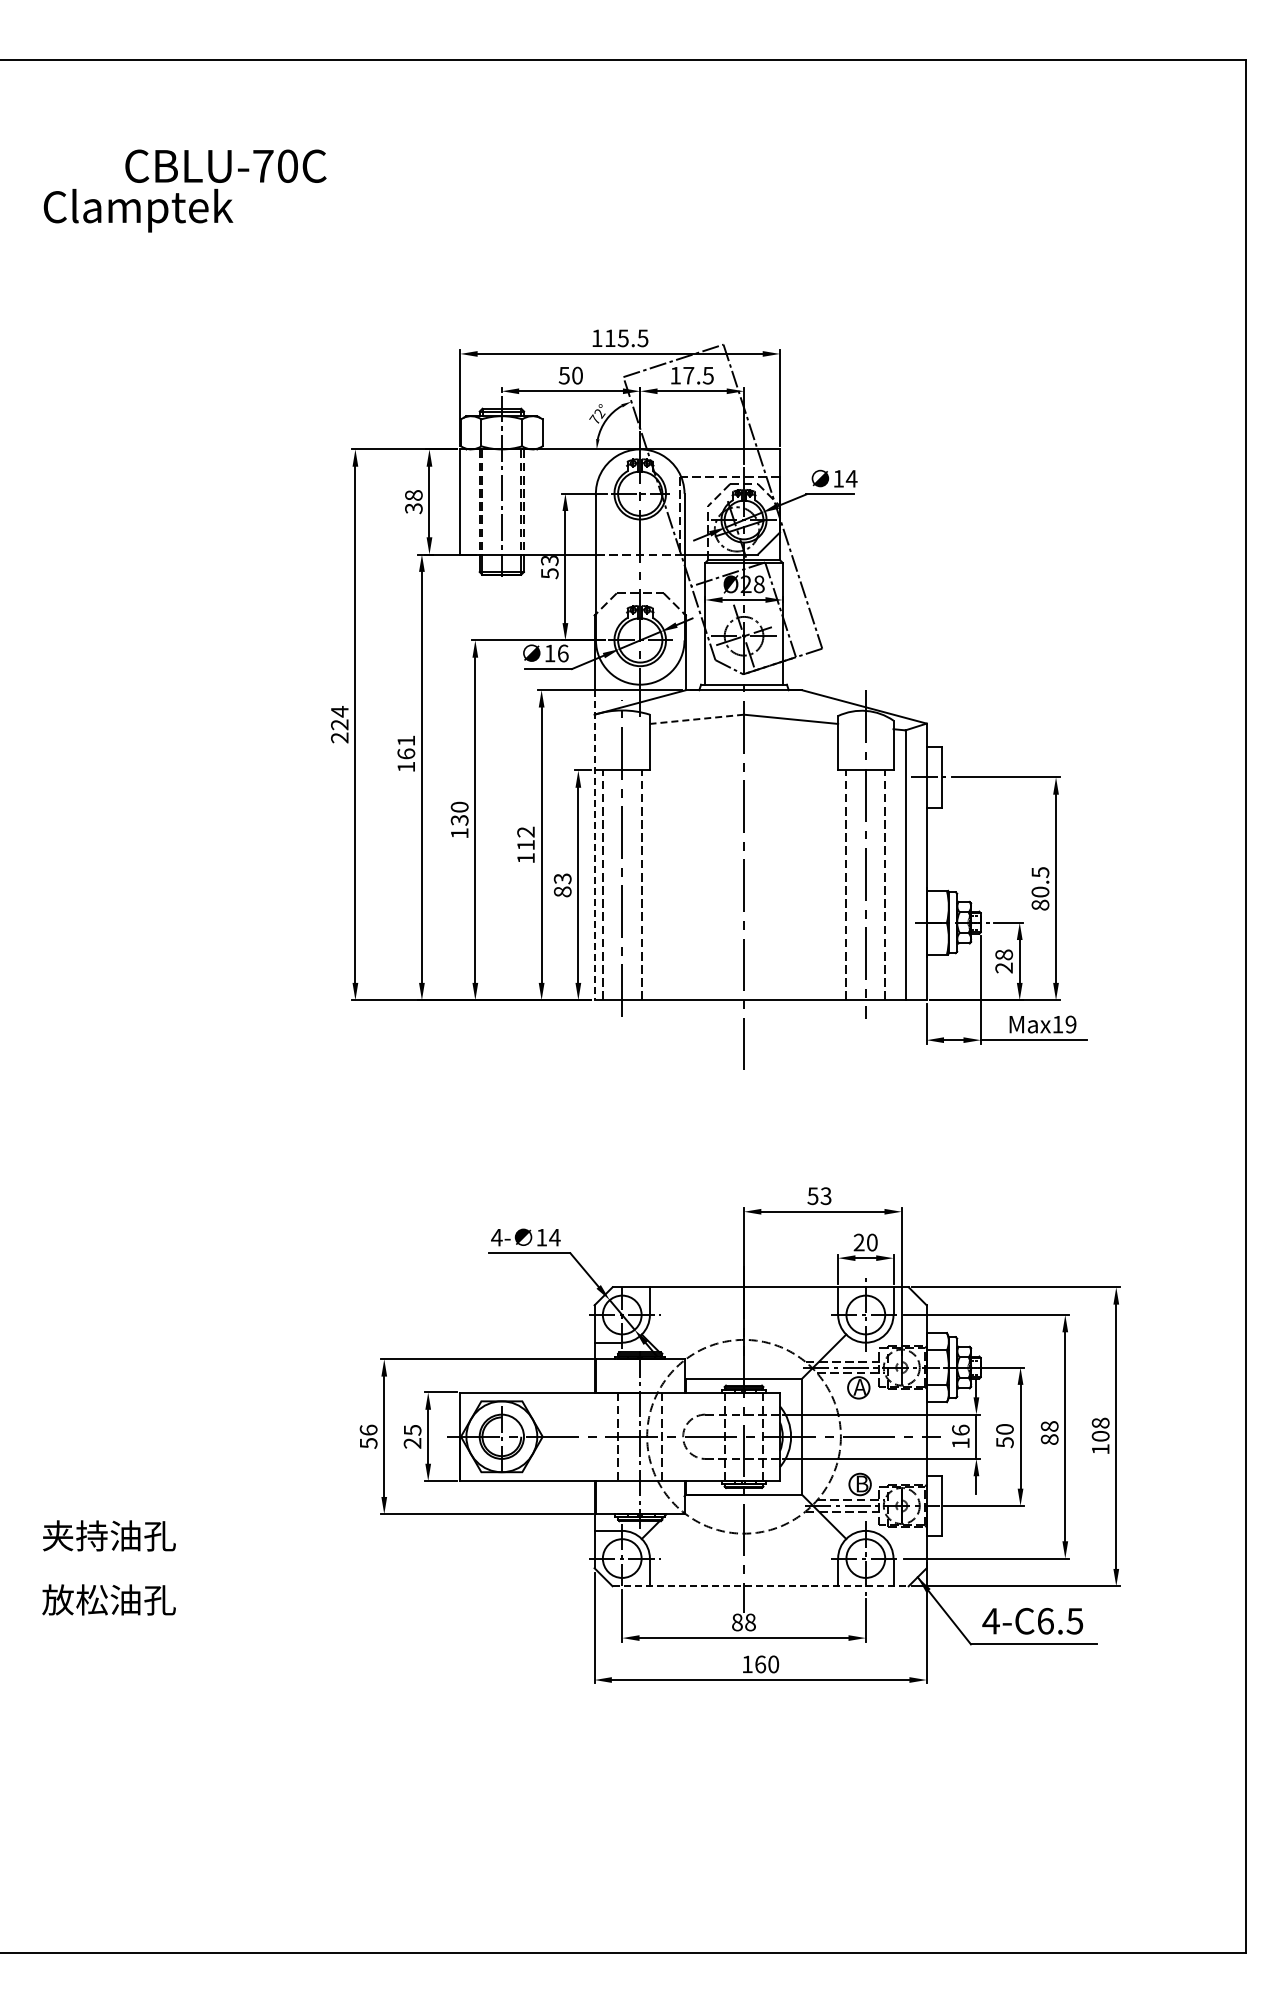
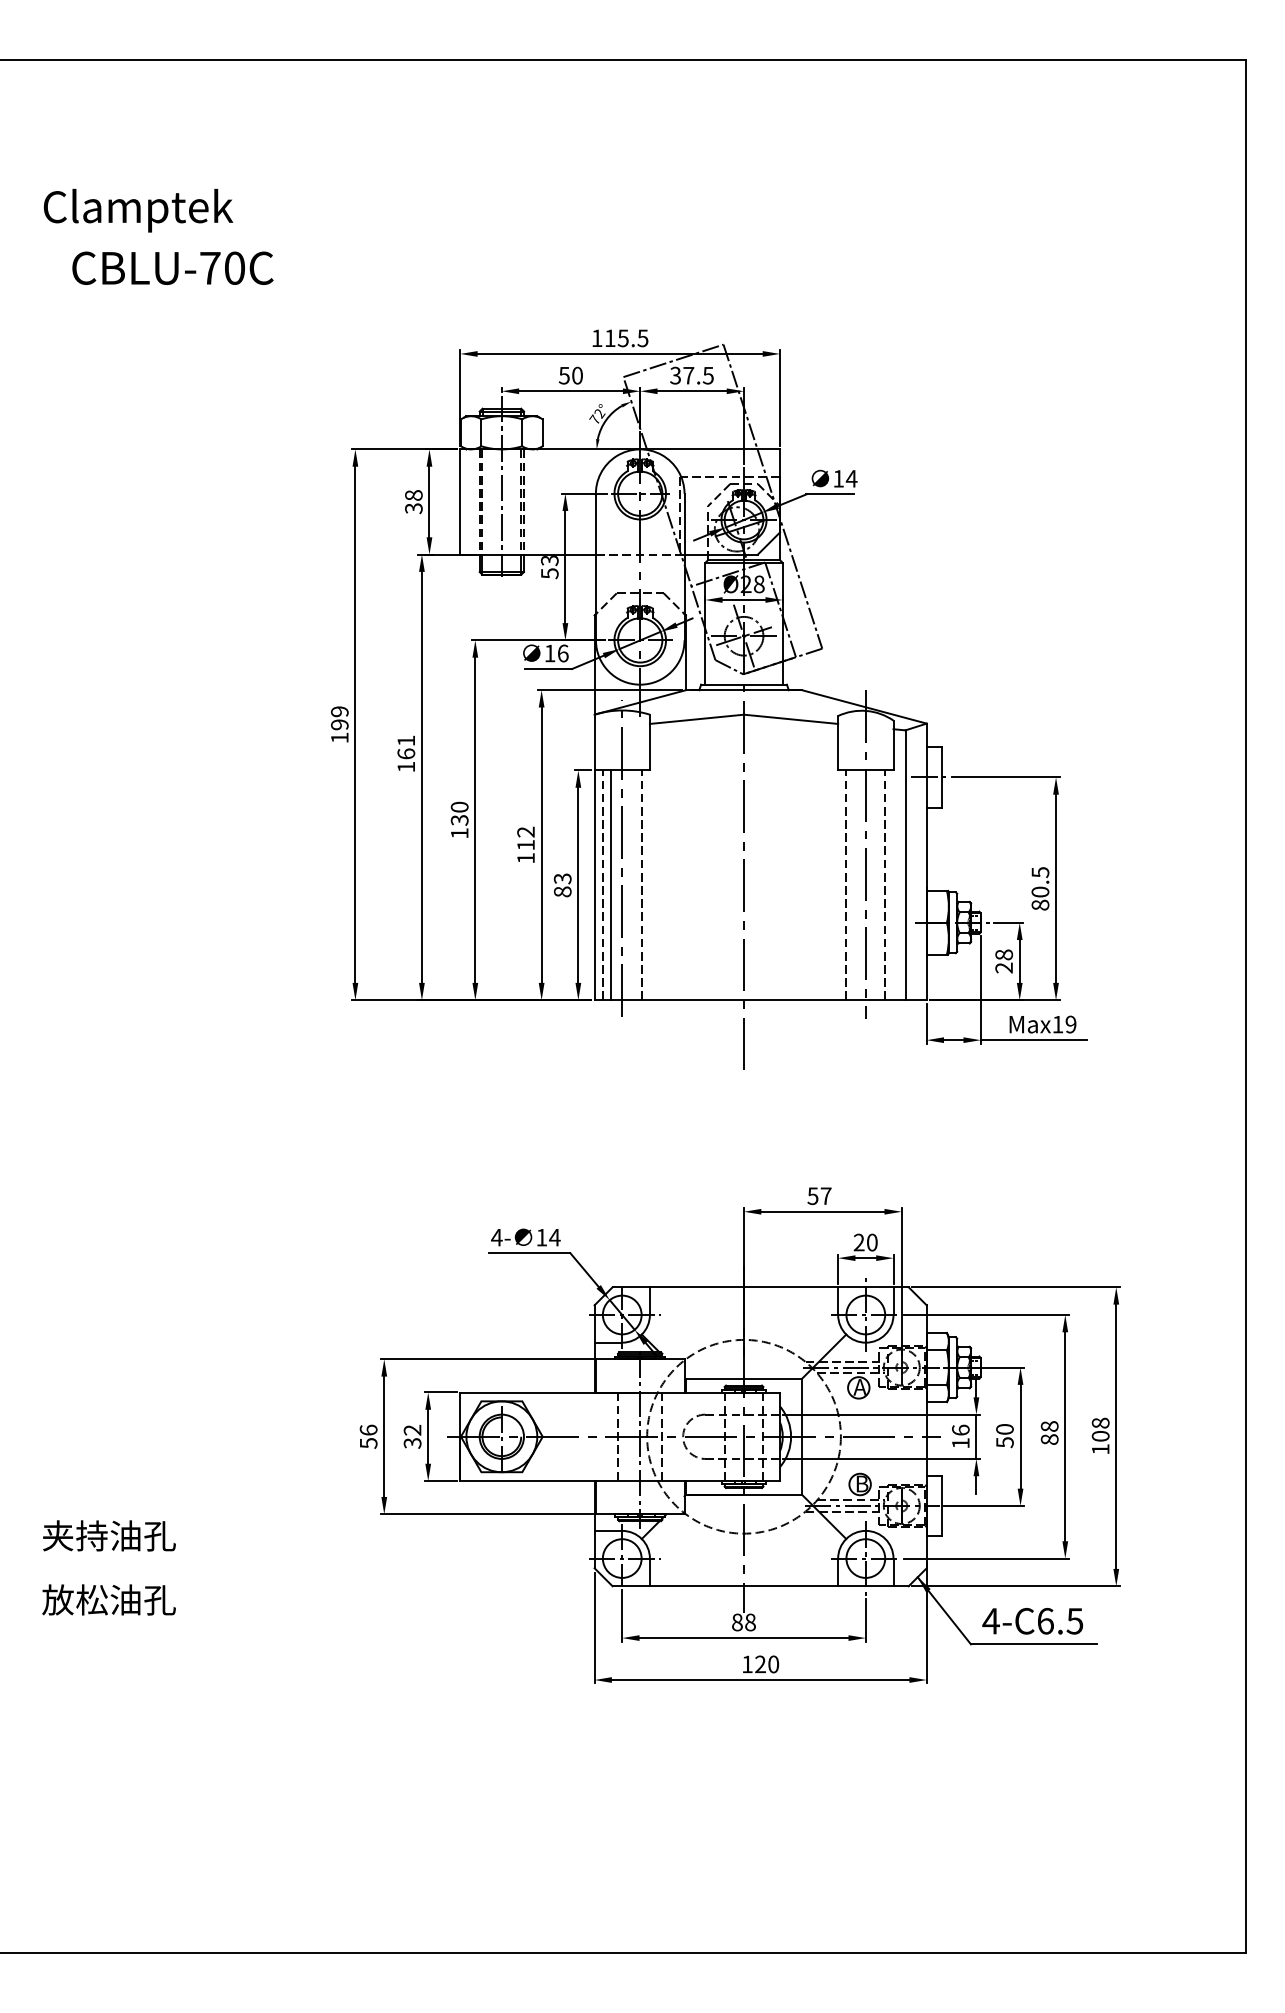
text at (225, 165) position: (225, 165) -> (172, 267)
text at (675, 375): 17.5 -> 37.5
line at (696, 719): dashed -> solid
text at (339, 724): 224 -> 199
line at (594, 845): dashed -> solid
line at (611, 885): none -> present
text at (825, 1196): 53 -> 57
text at (412, 1436): 25 -> 32
line at (761, 1586): dashed -> solid
text at (760, 1664): 160 -> 120
